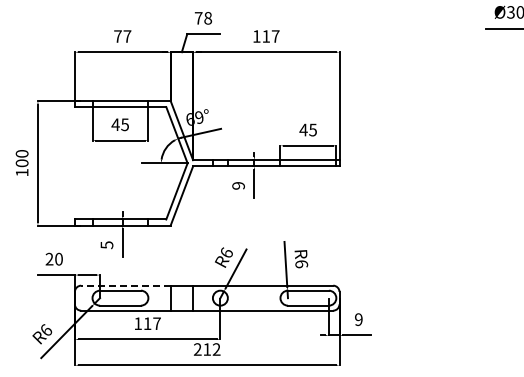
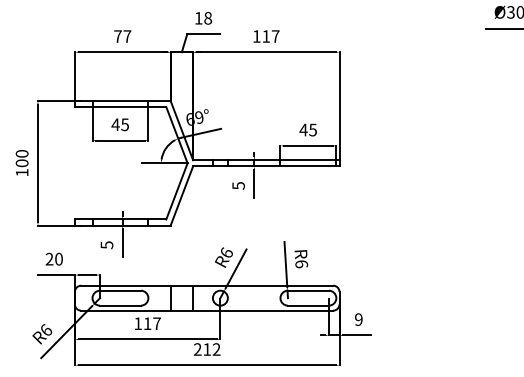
text at (198, 18): 78 -> 18
text at (238, 185): 9 -> 5
line at (125, 285): dashed -> solid
